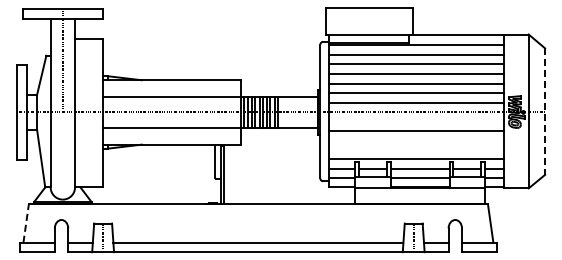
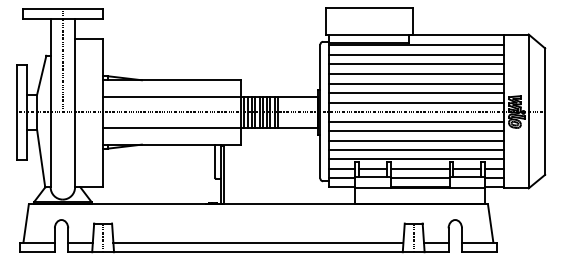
line at (545, 112): dashed -> solid
line at (416, 121): none -> present
line at (416, 140): none -> present
line at (416, 149): none -> present
line at (26, 223): dashed -> solid
